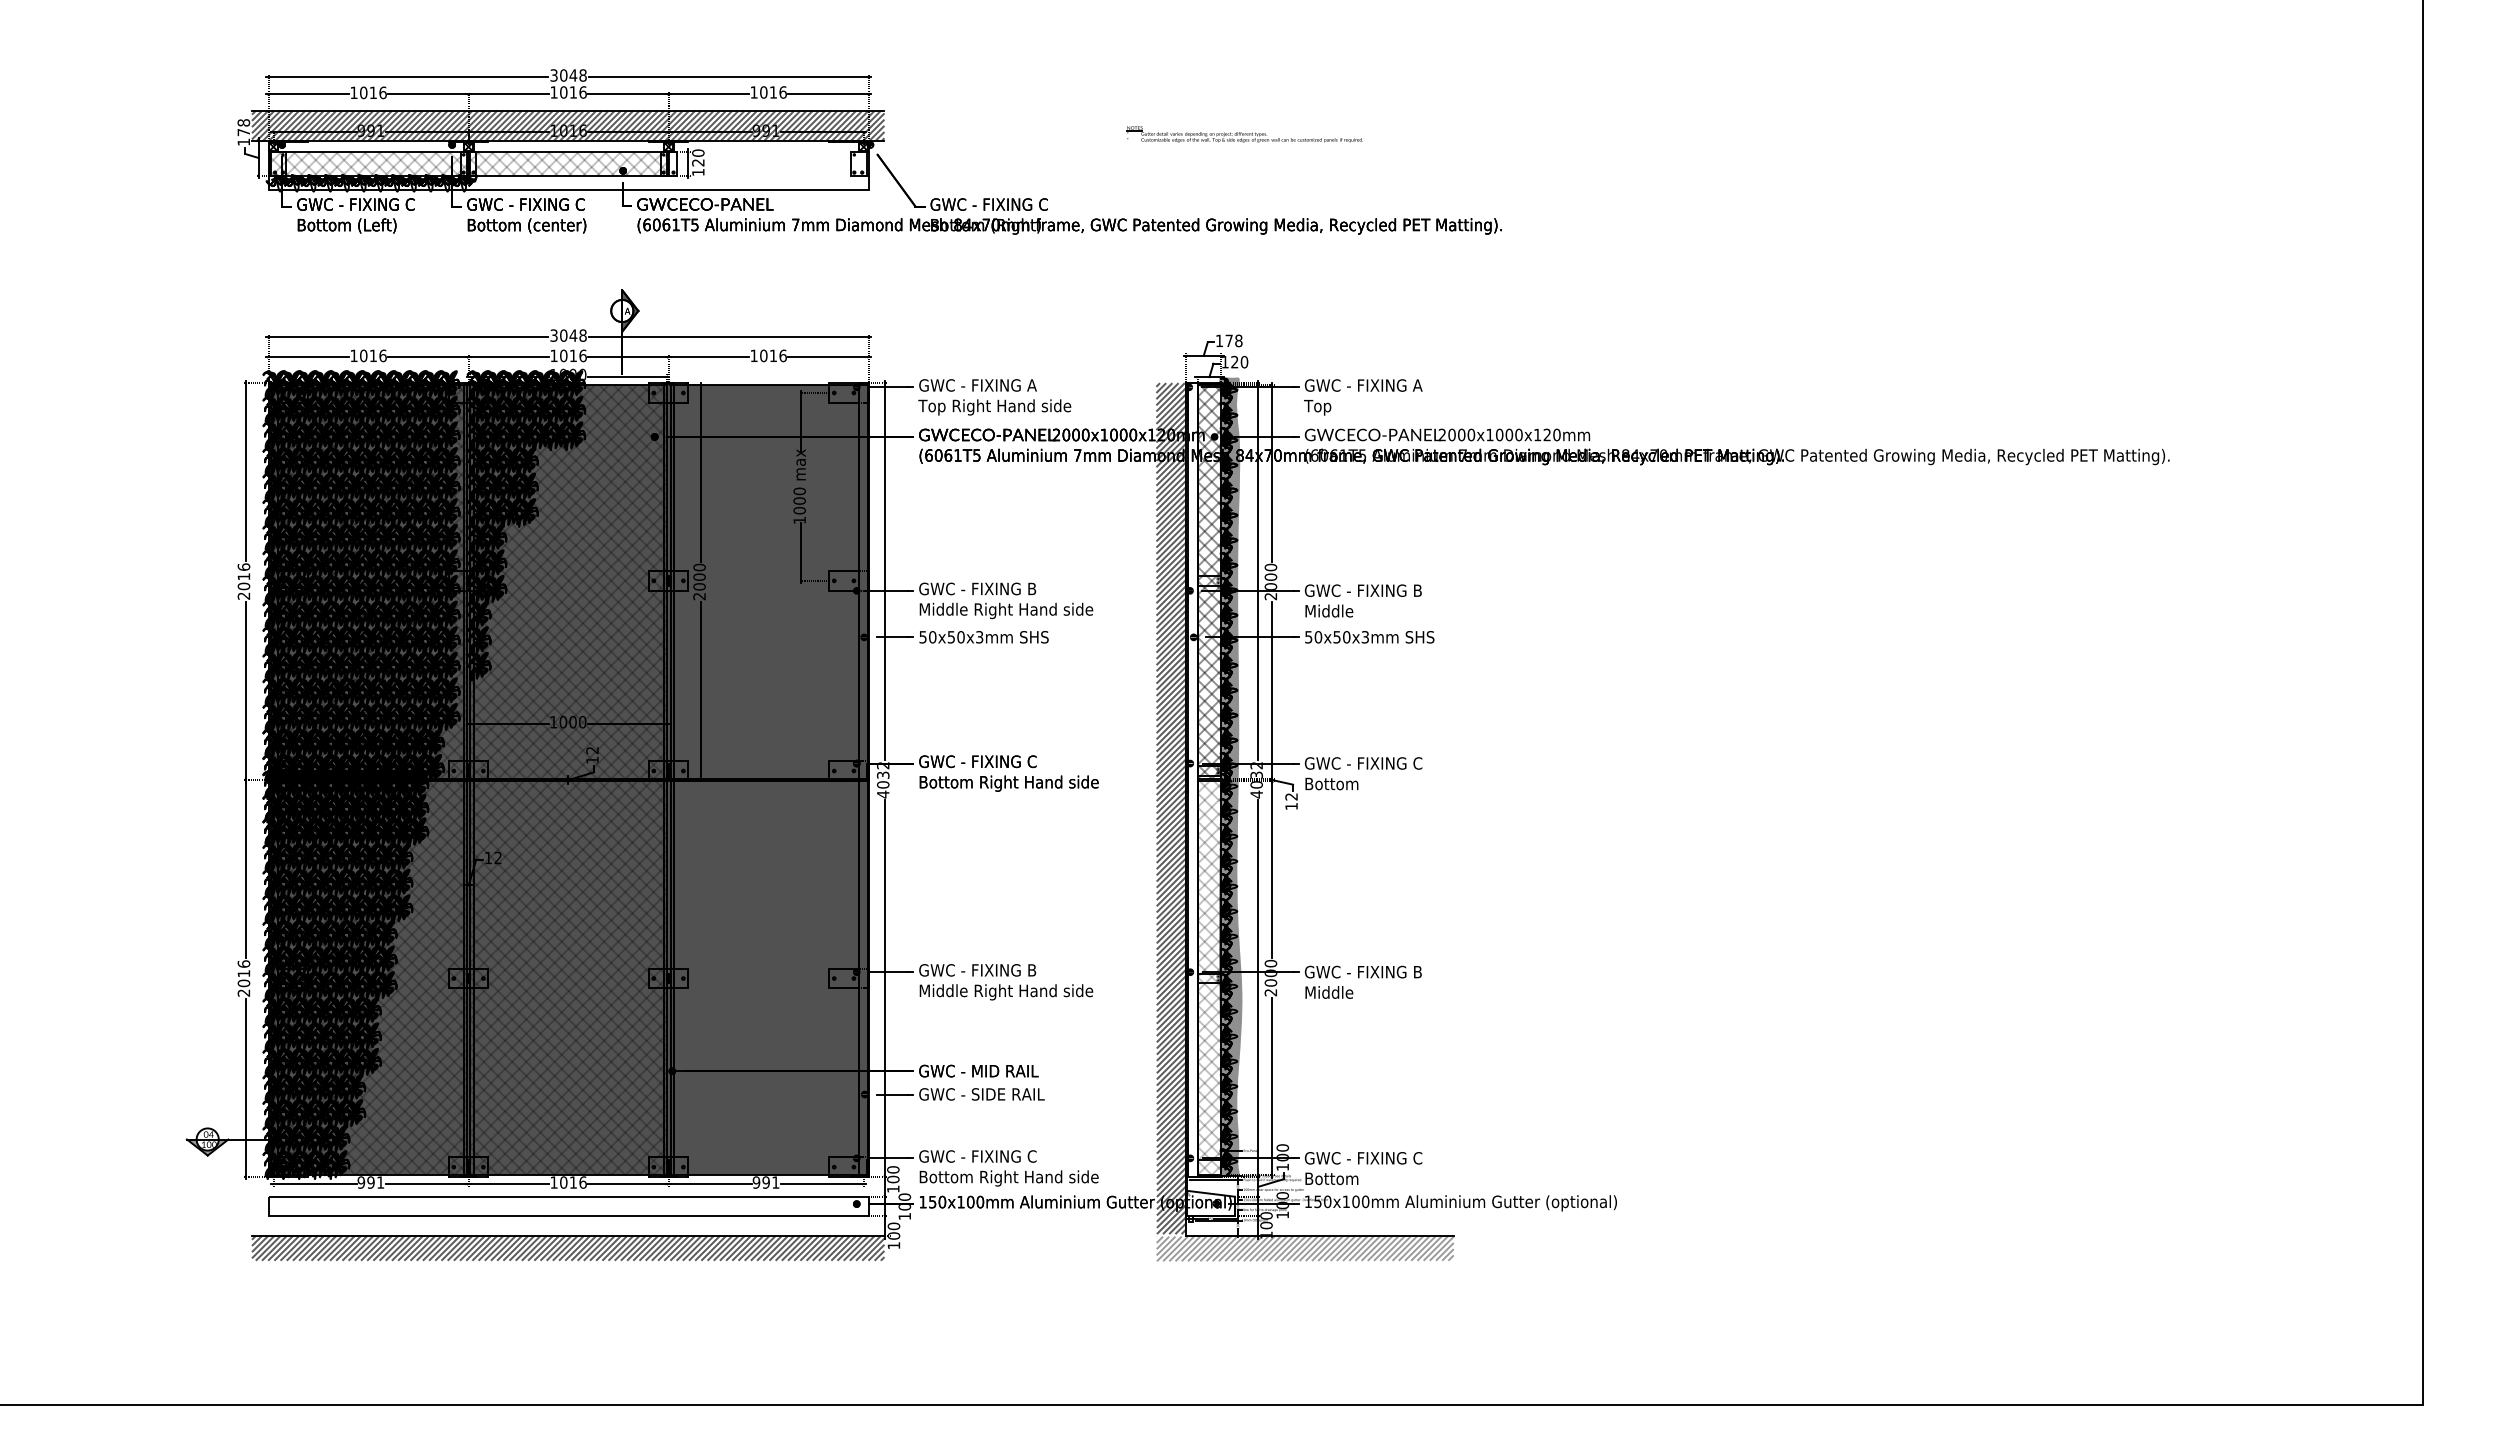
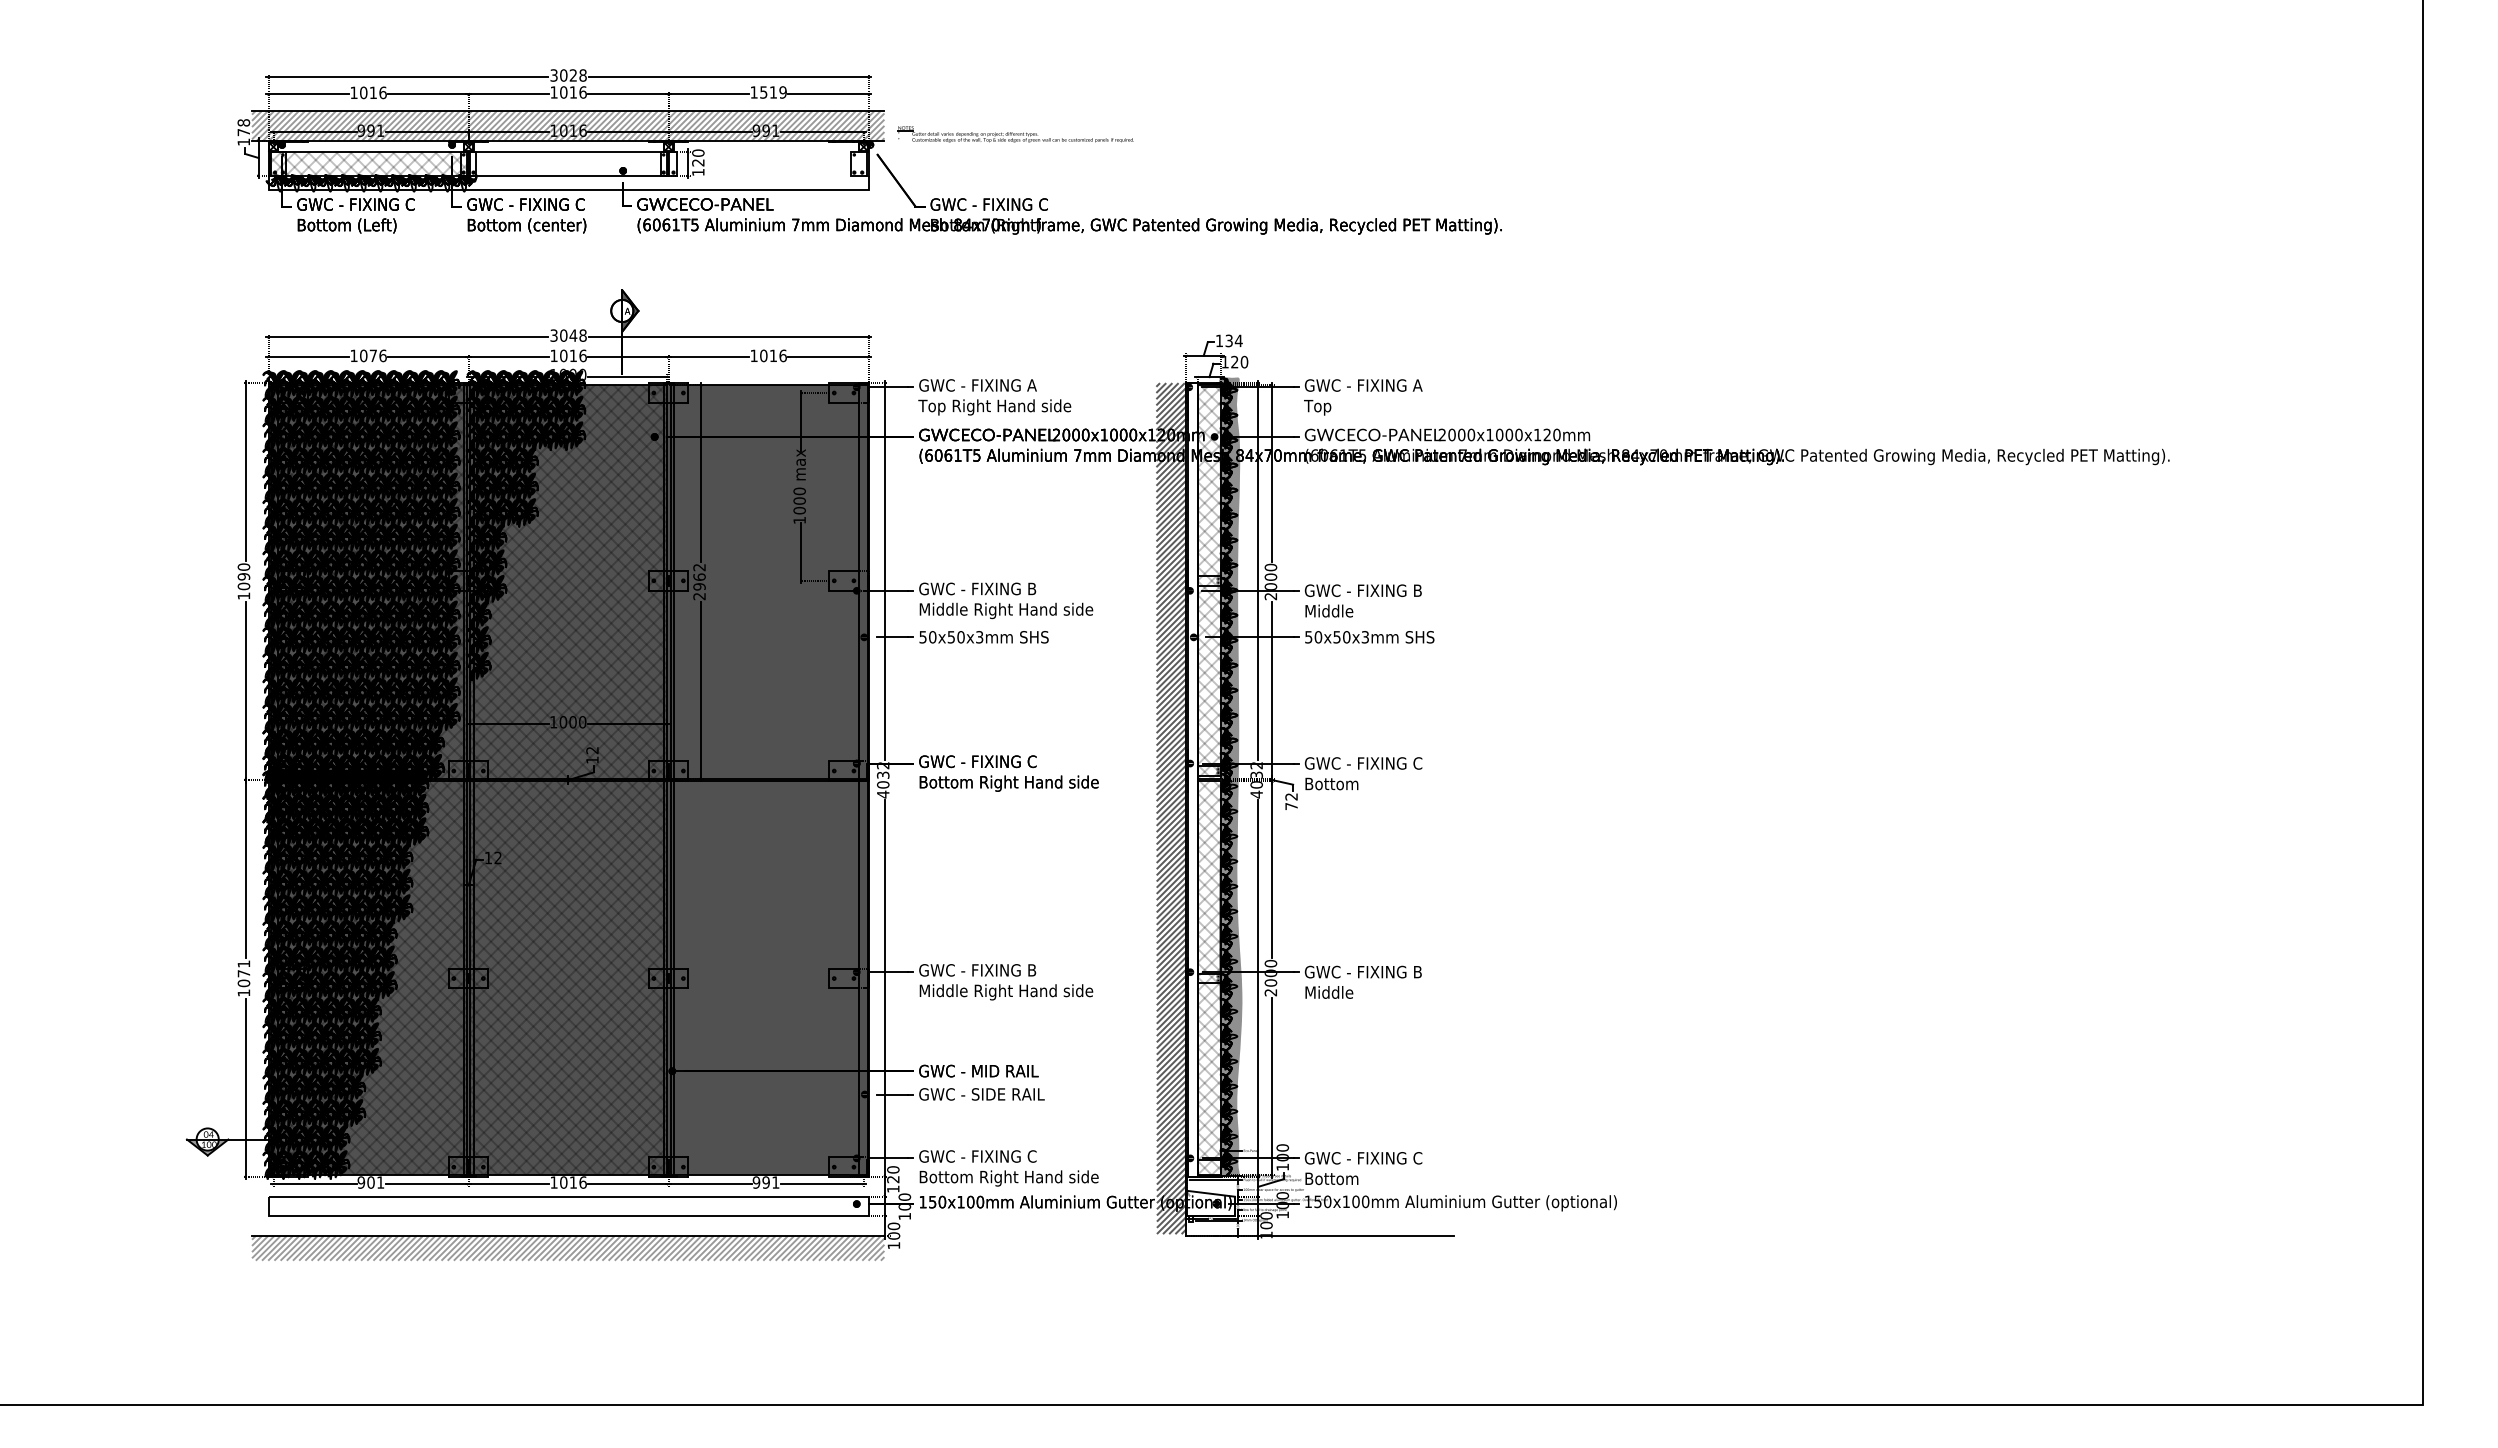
text at (573, 75): 3048 -> 3028
text at (773, 92): 1016 -> 1519
hatch at (568, 125): present -> none
part at (1244, 134) position: (1244, 134) -> (1015, 134)
hatch at (567, 163): present -> none
text at (1233, 340): 178 -> 134
text at (372, 355): 1016 -> 1076
text at (699, 577): 2000 -> 2962
text at (243, 581): 2016 -> 1090
hatch at (1209, 581): present -> none
text at (1291, 806): 12 -> 72
text at (243, 978): 2016 -> 1071
text at (893, 1179): 100 -> 120
text at (370, 1182): 991 -> 901
hatch at (568, 1248): present -> none
hatch at (1304, 1248): present -> none
